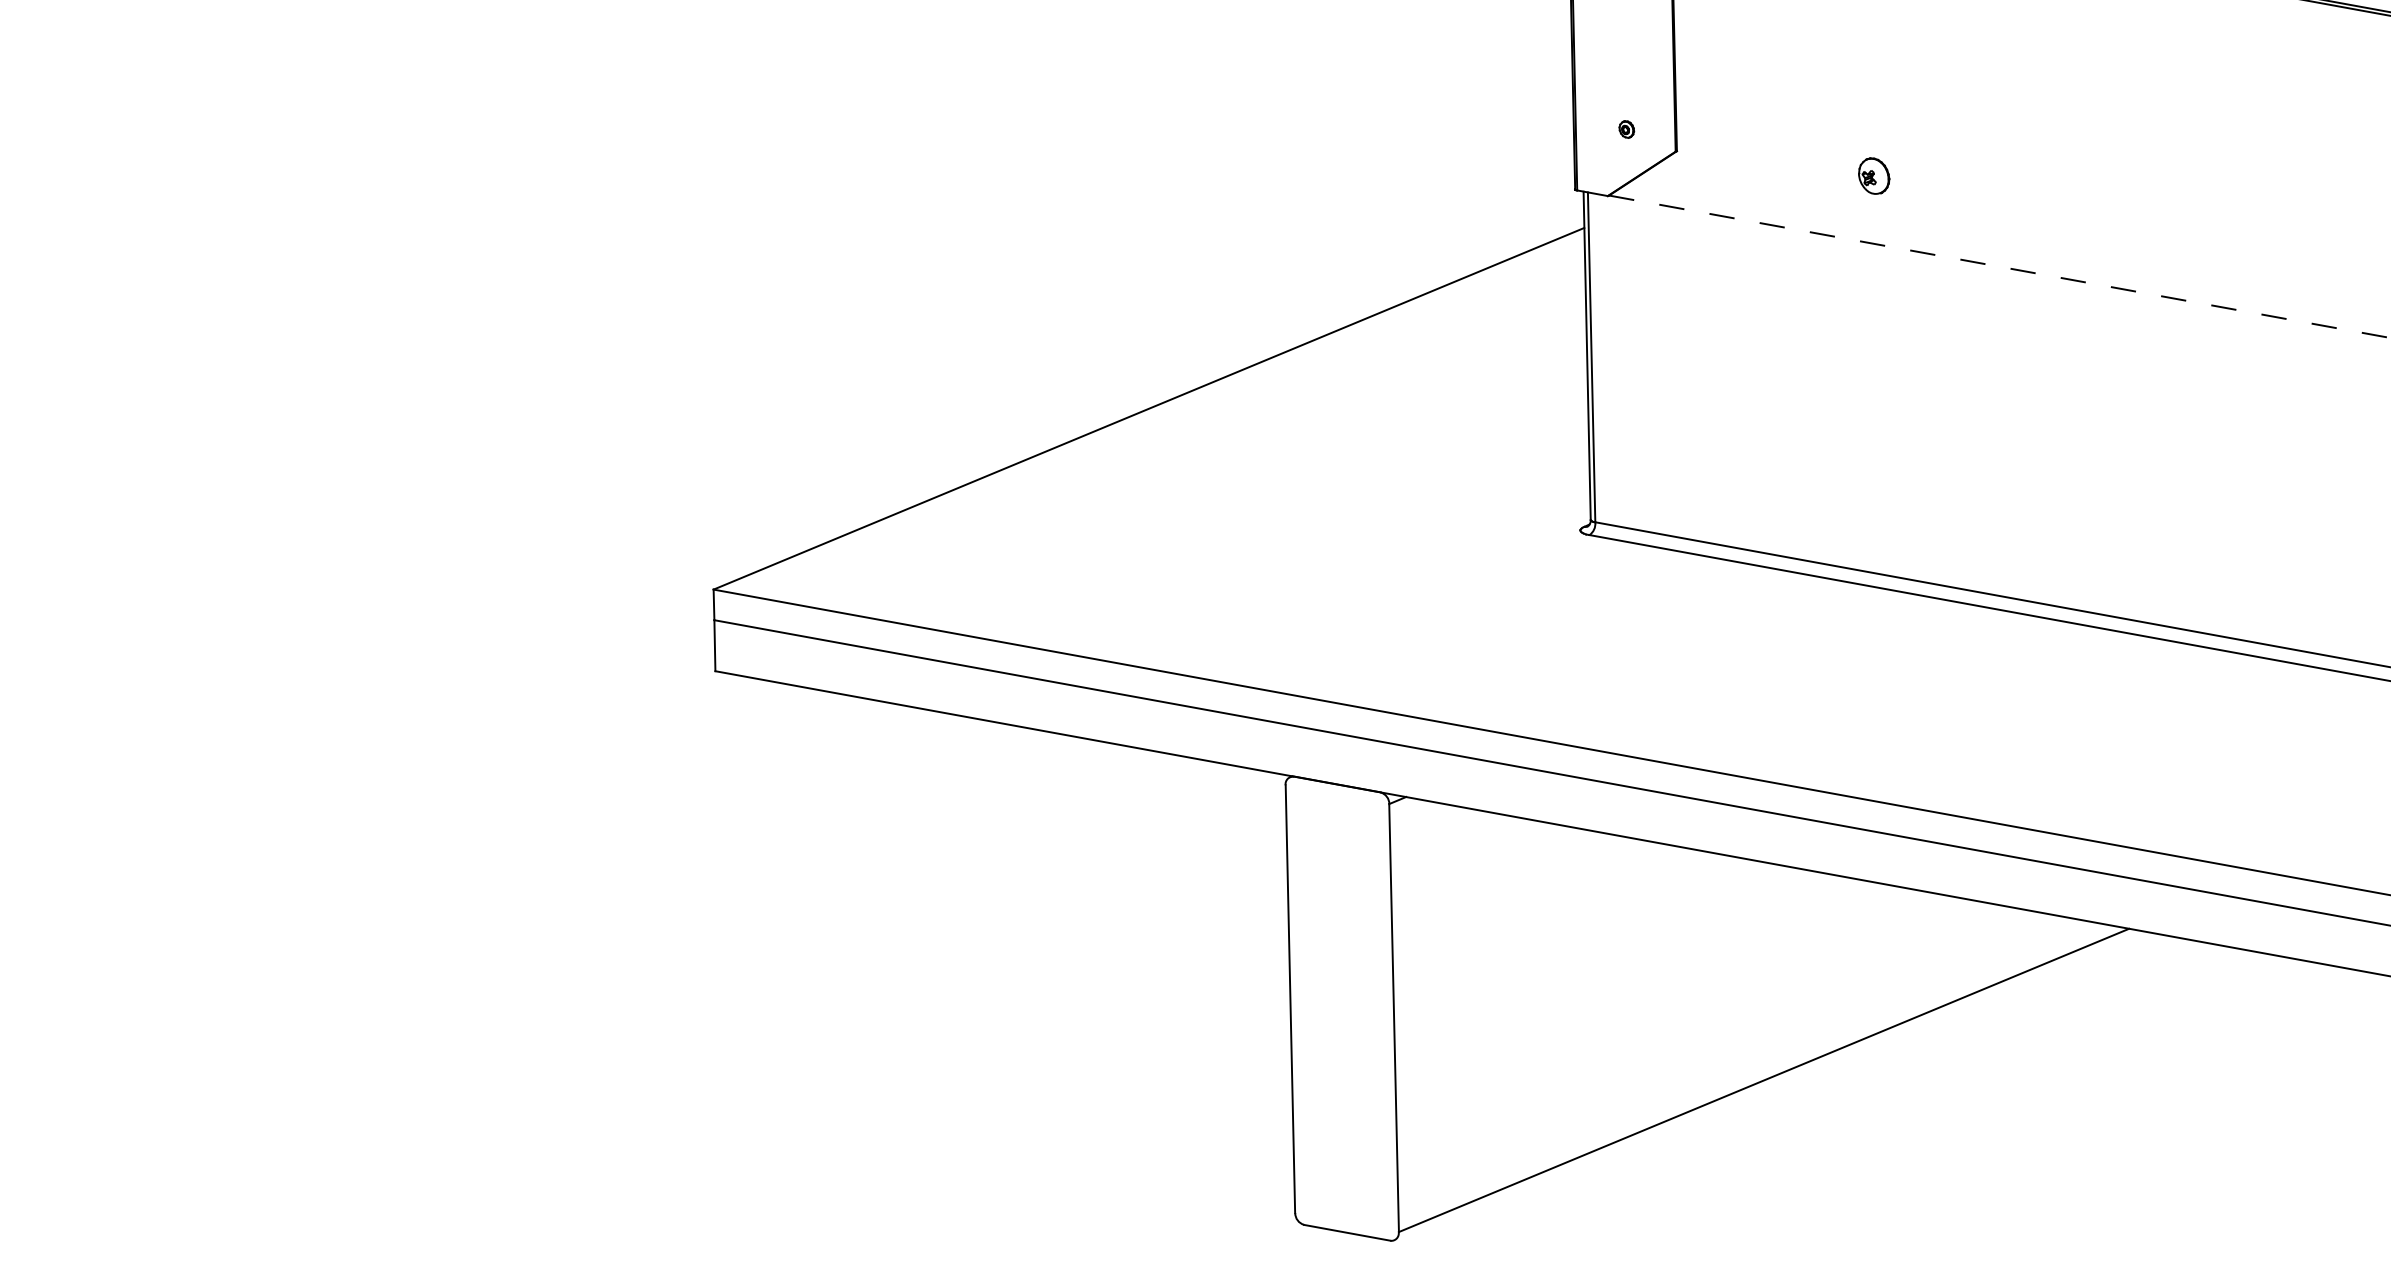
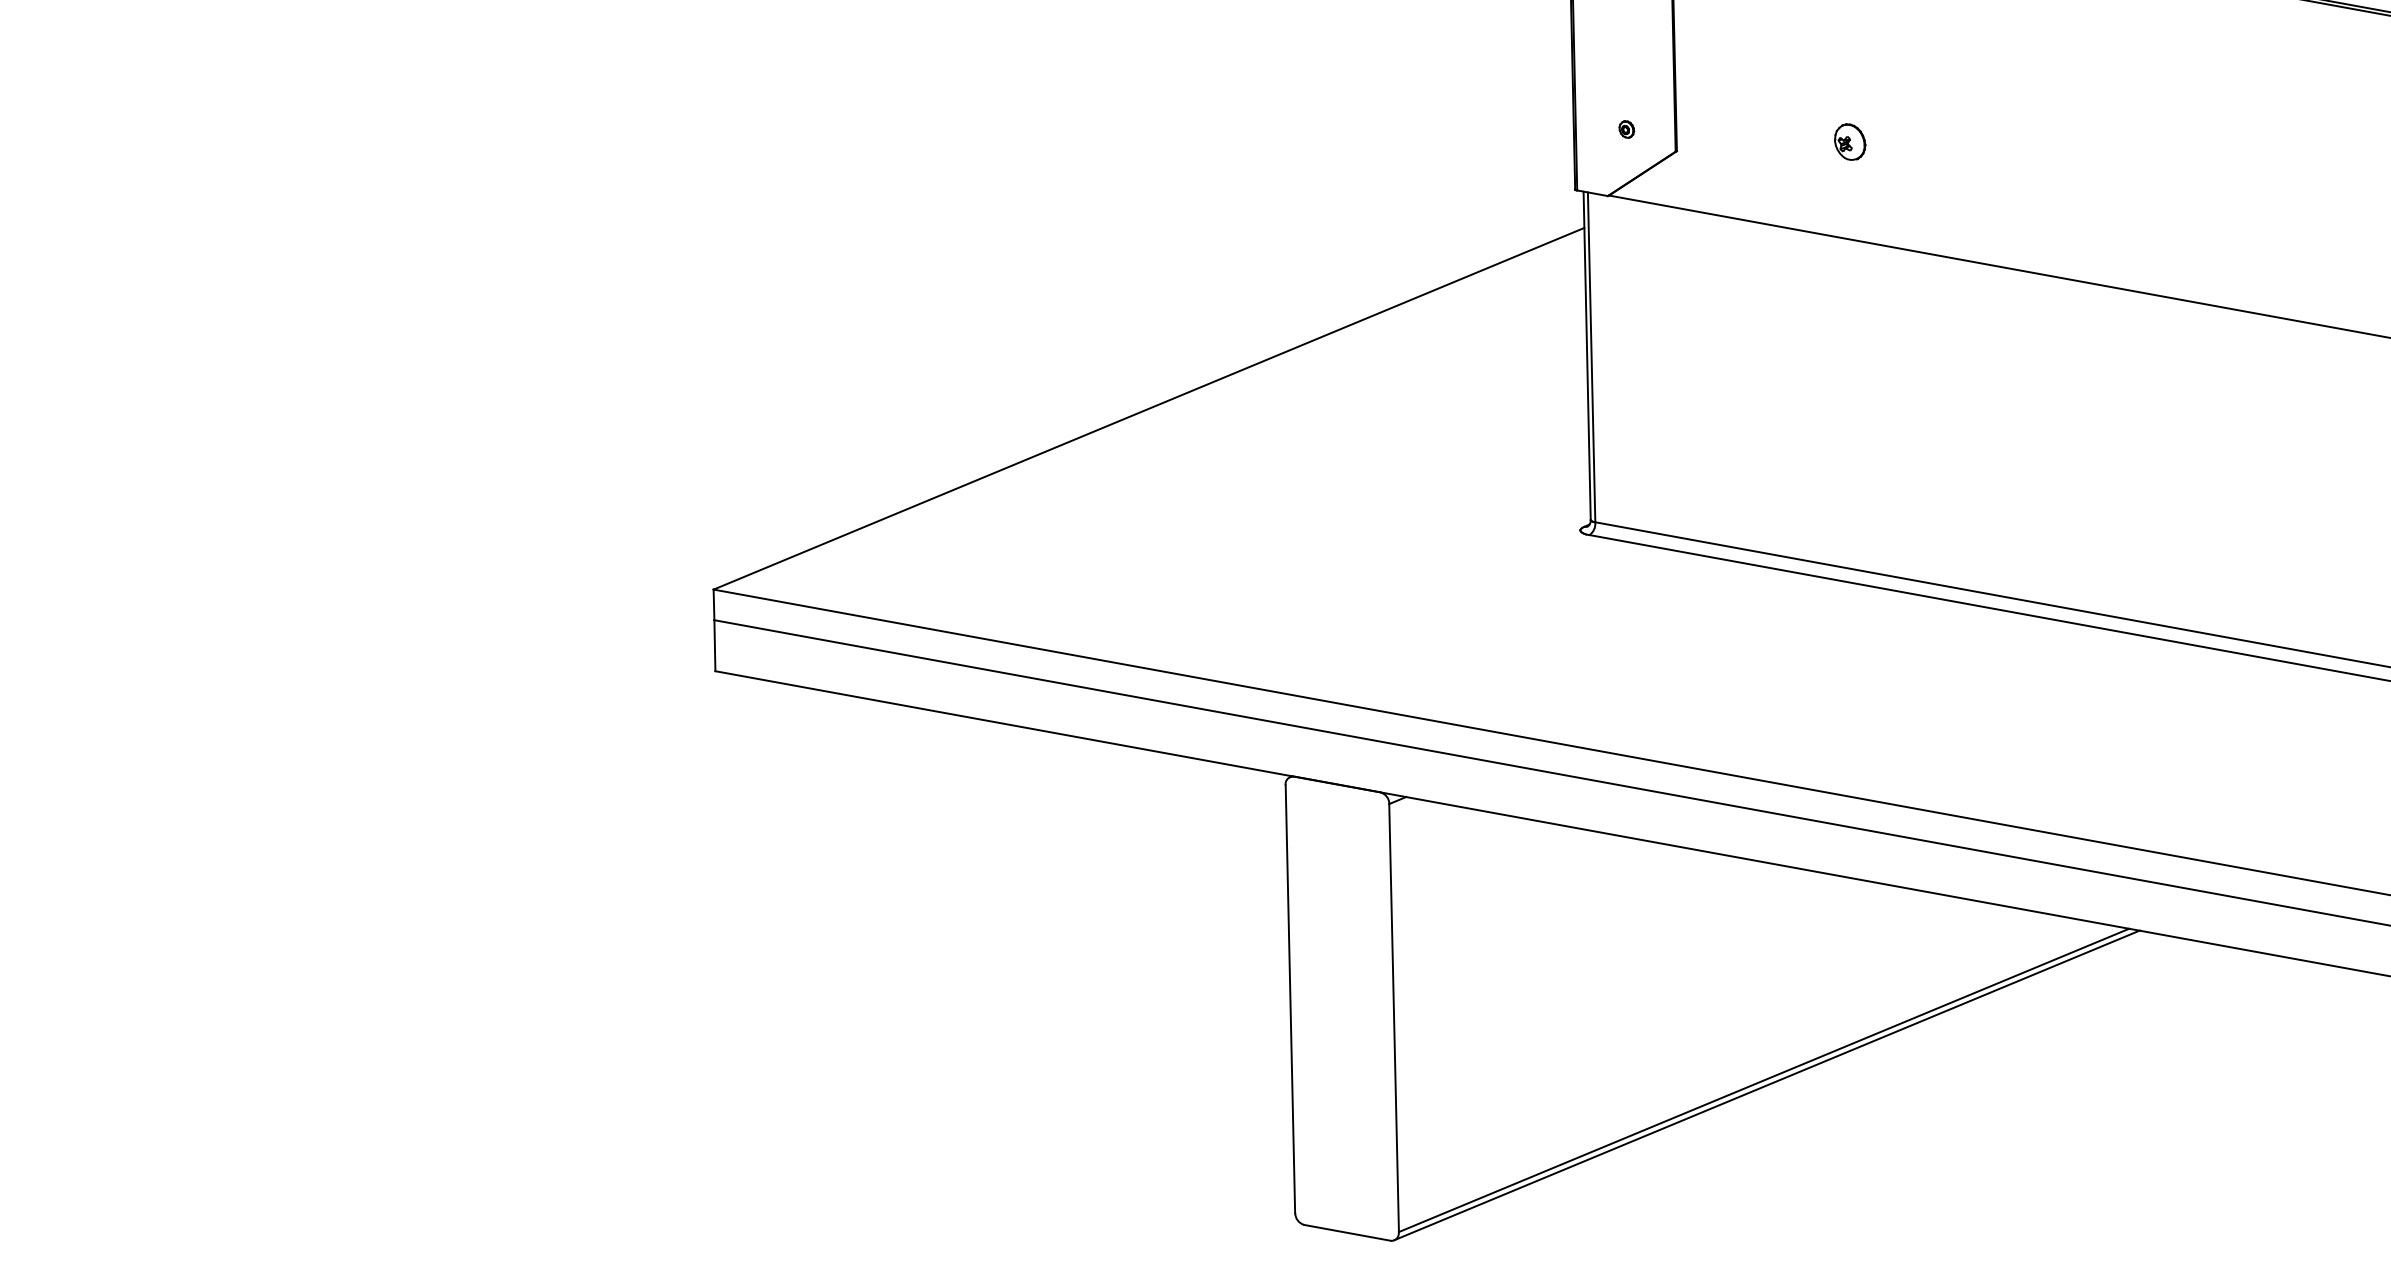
part at (1874, 175) position: (1874, 175) -> (1850, 141)
line at (2000, 266): dashed -> solid
line at (1766, 1085): none -> present
